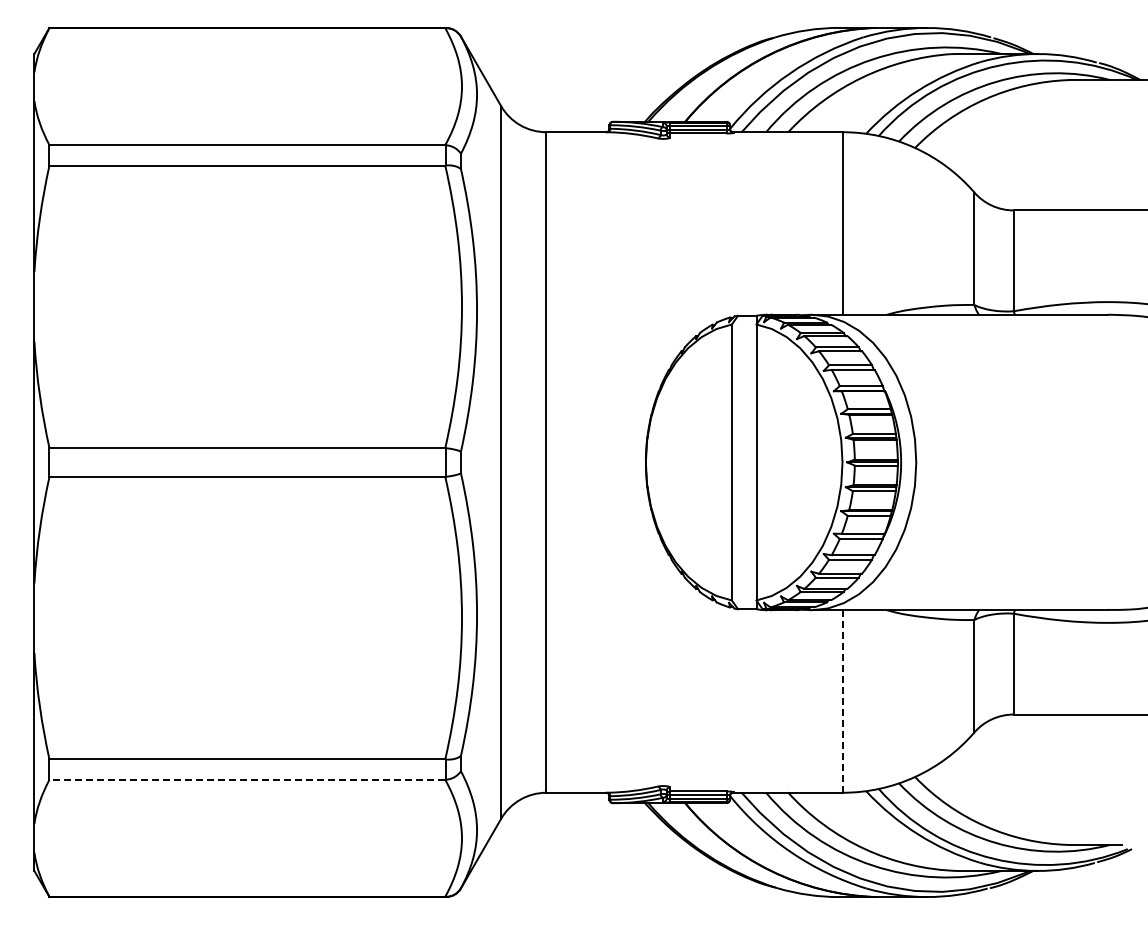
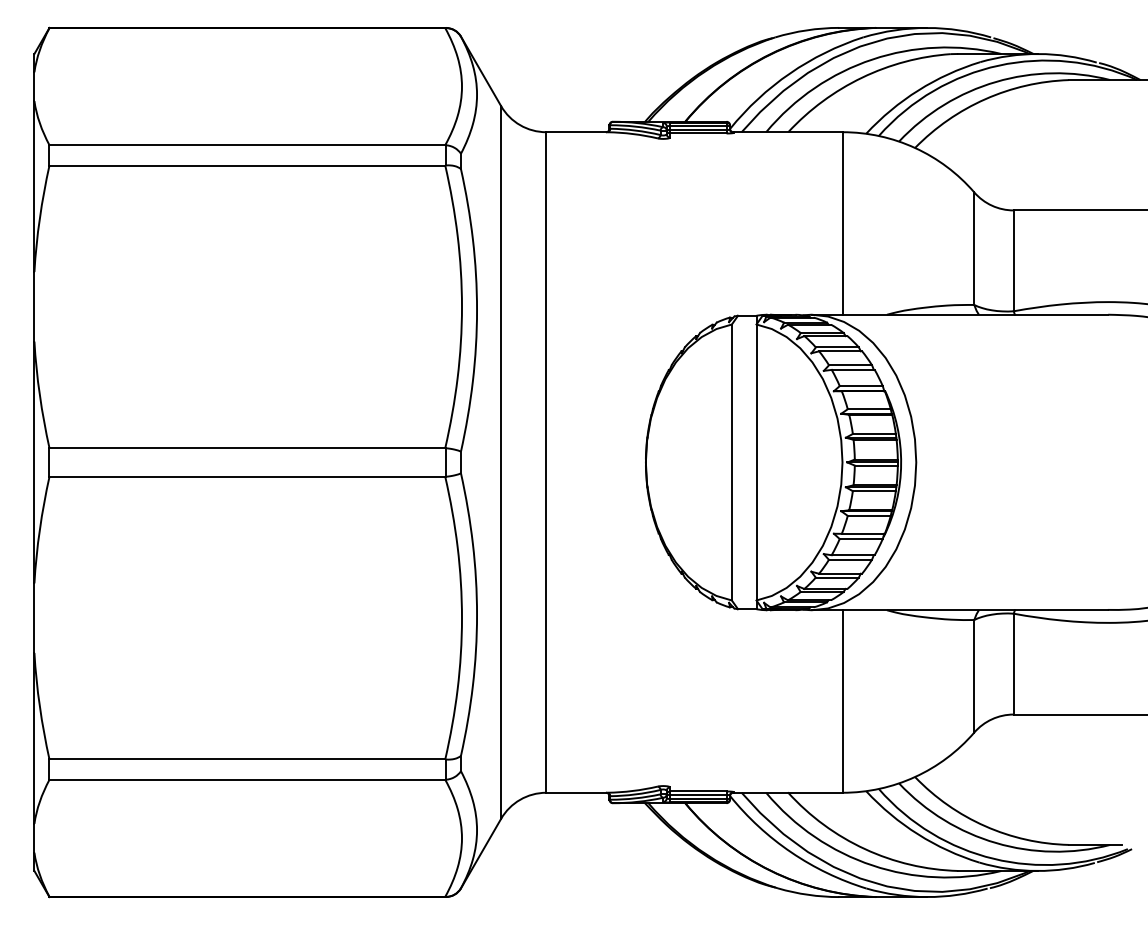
line at (842, 702): dashed -> solid
line at (247, 779): dashed -> solid
